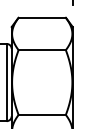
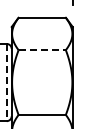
line at (42, 50): solid -> dashed
line at (6, 82): solid -> dashed
